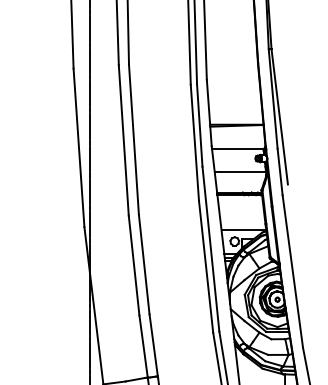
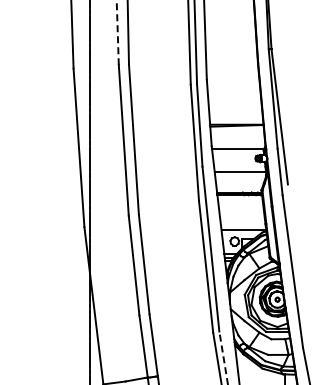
line at (117, 32): solid -> dashed
line at (223, 358): solid -> dashed
